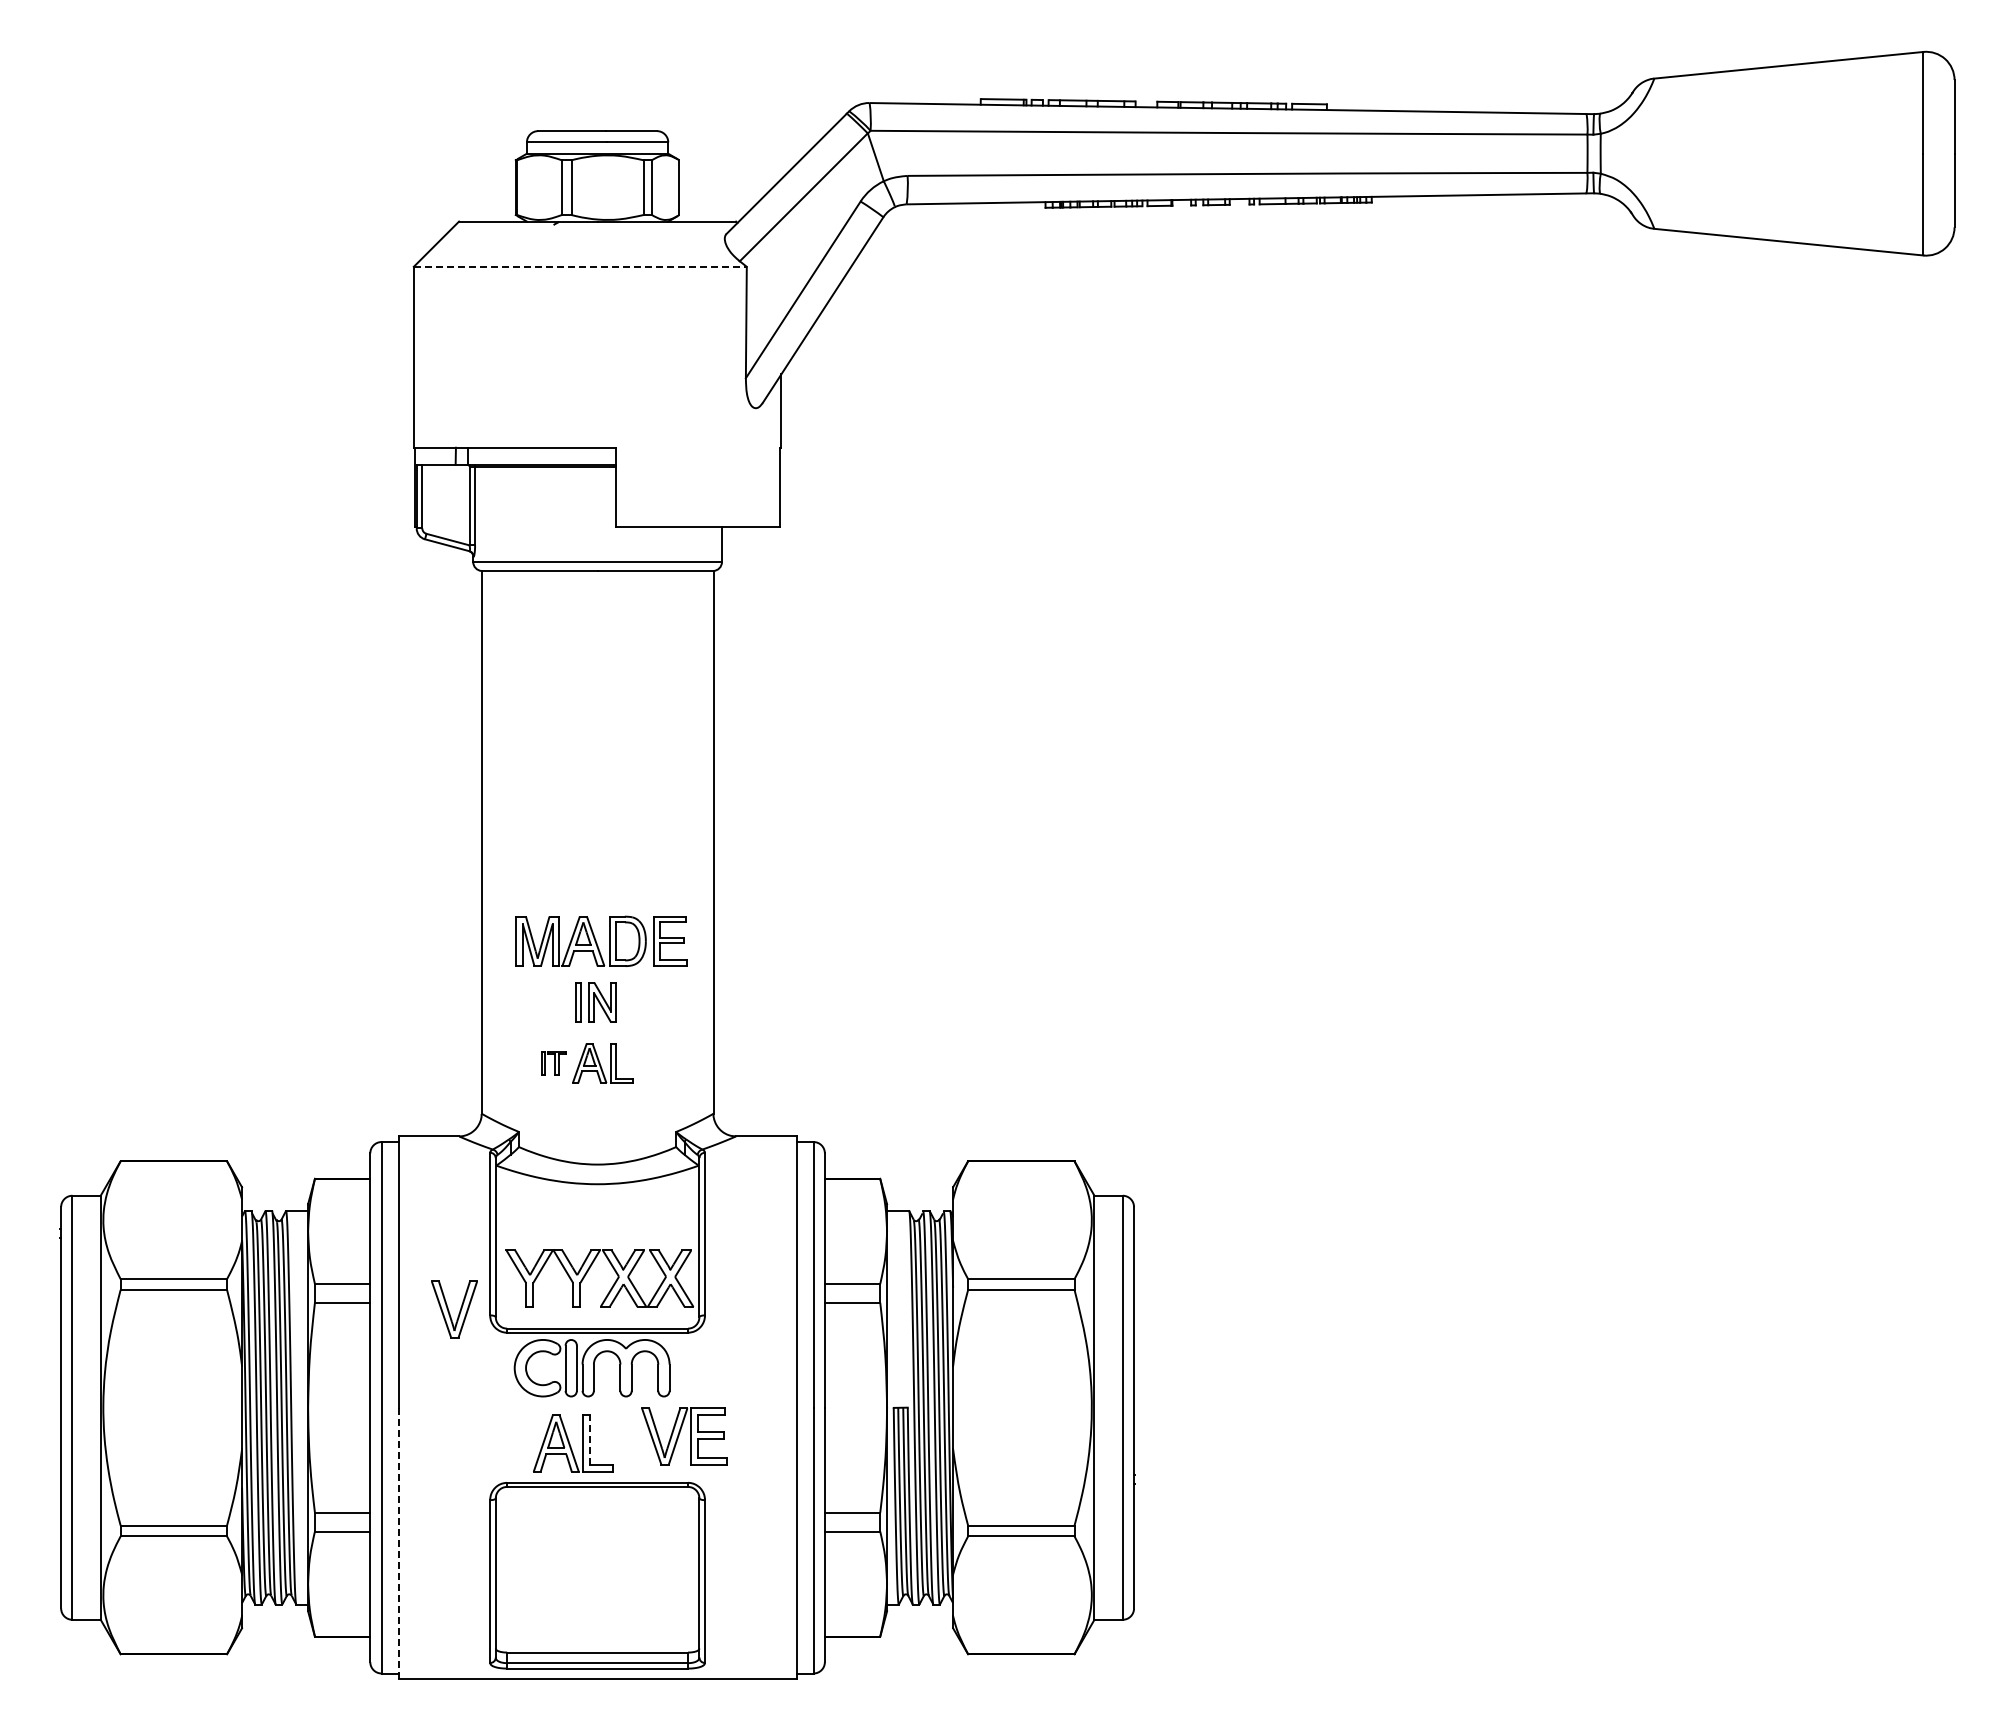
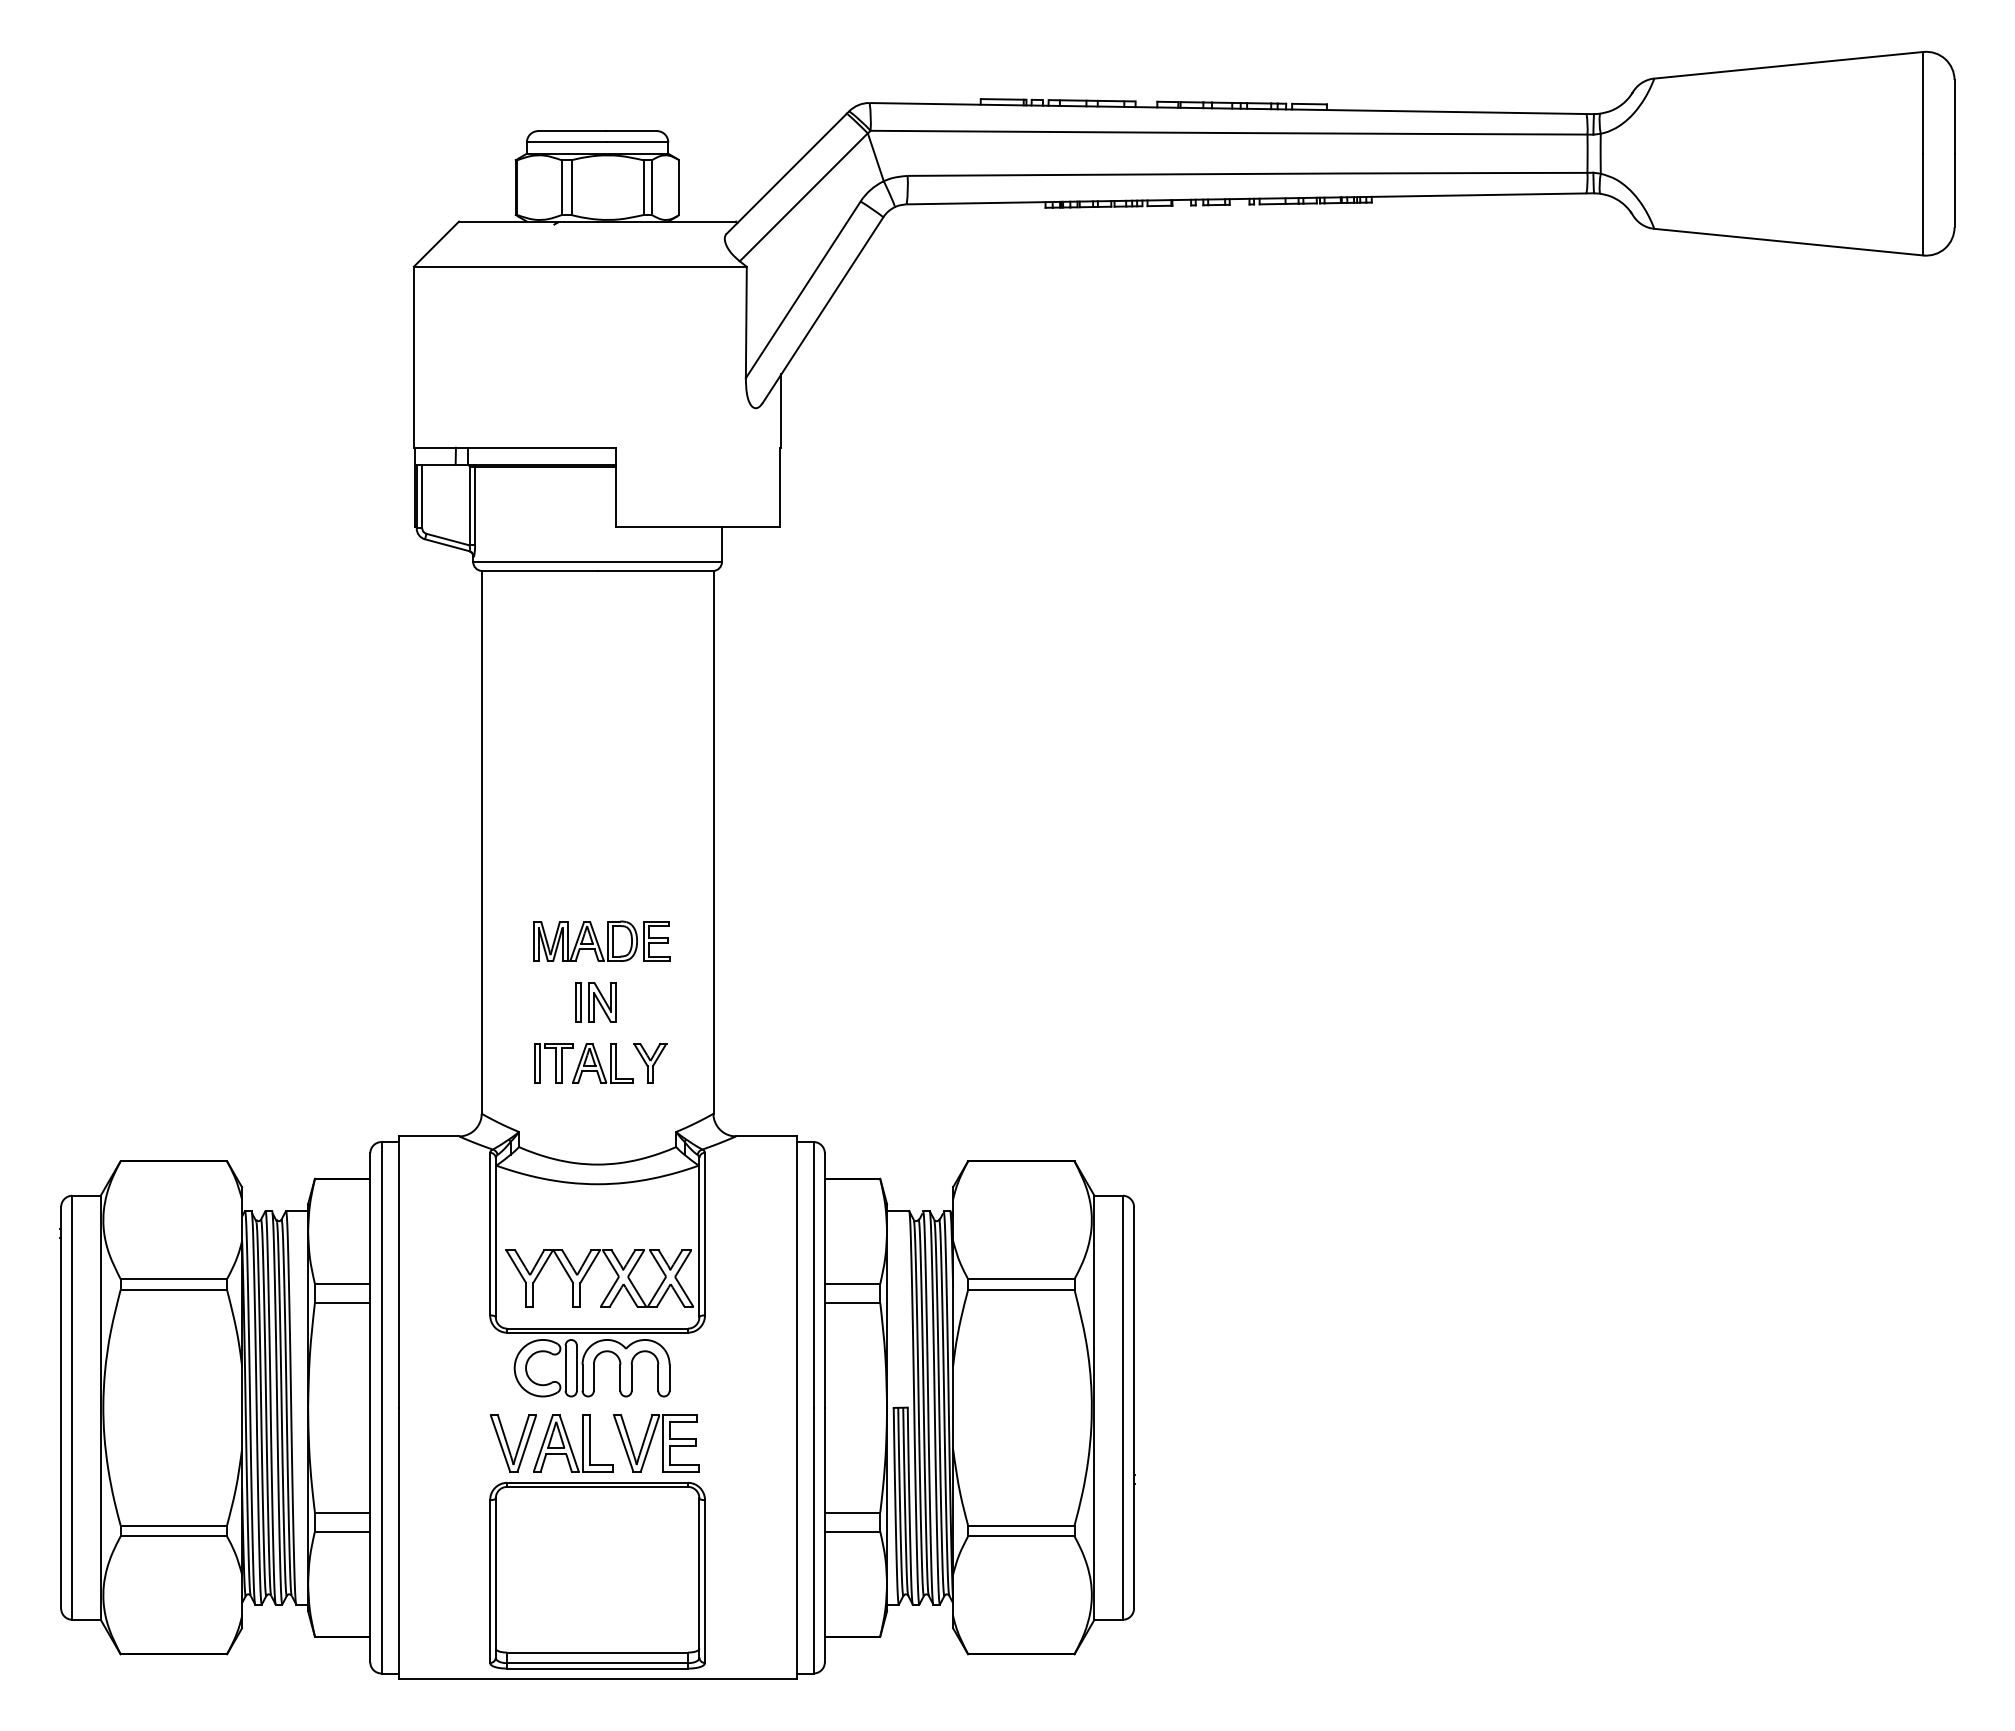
line at (580, 266): dashed -> solid
part at (601, 940) size: 173x52 px -> 138x42 px
part at (553, 1063) size: 26x25 px -> 40x41 px
part at (650, 1063): none -> present
part at (454, 1309) position: (454, 1309) -> (513, 1443)
part at (684, 1436) position: (684, 1436) -> (656, 1443)
line at (589, 1439): dashed -> solid
line at (398, 1543): dashed -> solid
